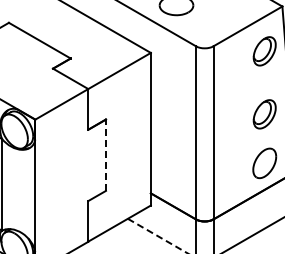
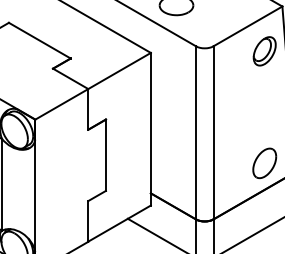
part at (264, 114): present -> none
line at (105, 155): dashed -> solid
line at (158, 236): dashed -> solid
